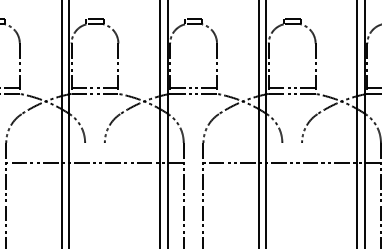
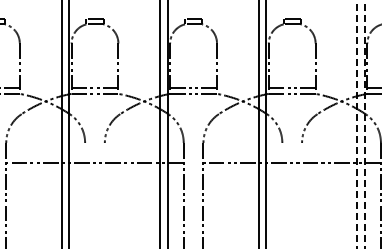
line at (357, 124): solid -> dashed
line at (365, 124): solid -> dashed
